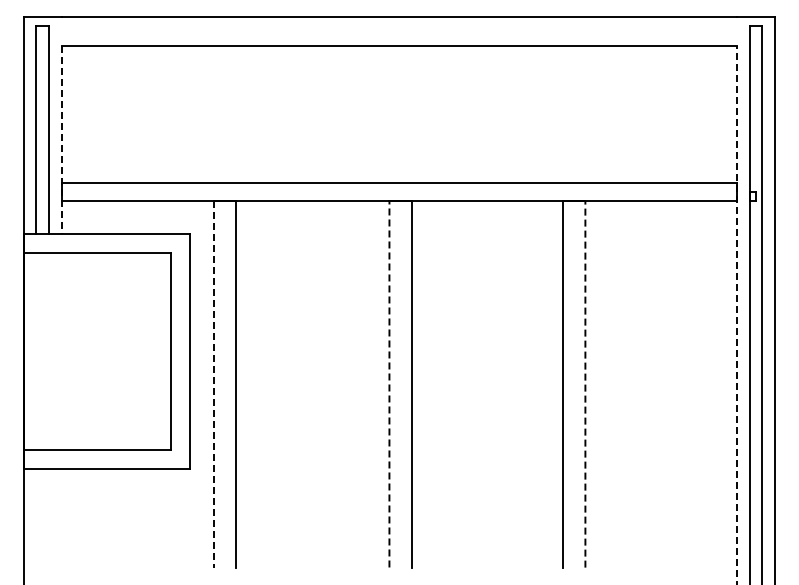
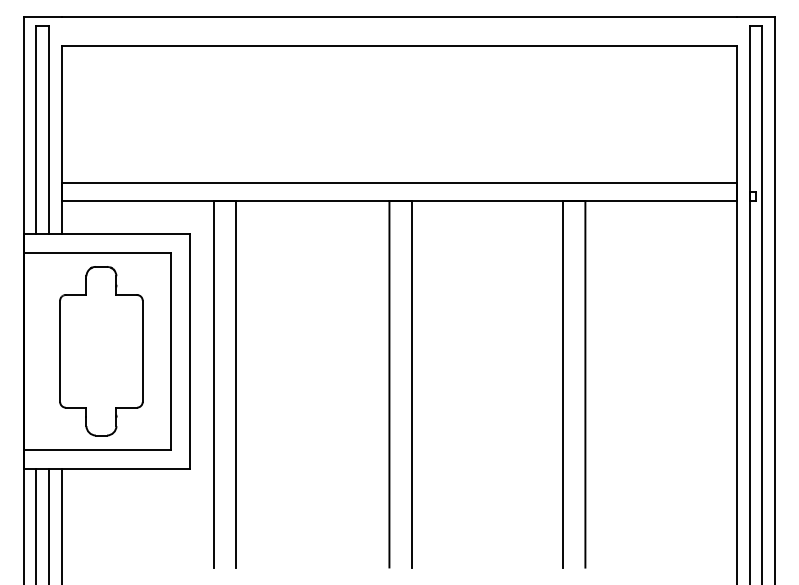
line at (61, 140): dashed -> solid
line at (737, 314): dashed -> solid
part at (101, 351): none -> present
line at (389, 384): dashed -> solid
line at (585, 384): dashed -> solid
line at (213, 385): dashed -> solid
line at (36, 525): none -> present
line at (48, 525): none -> present
line at (61, 525): none -> present
